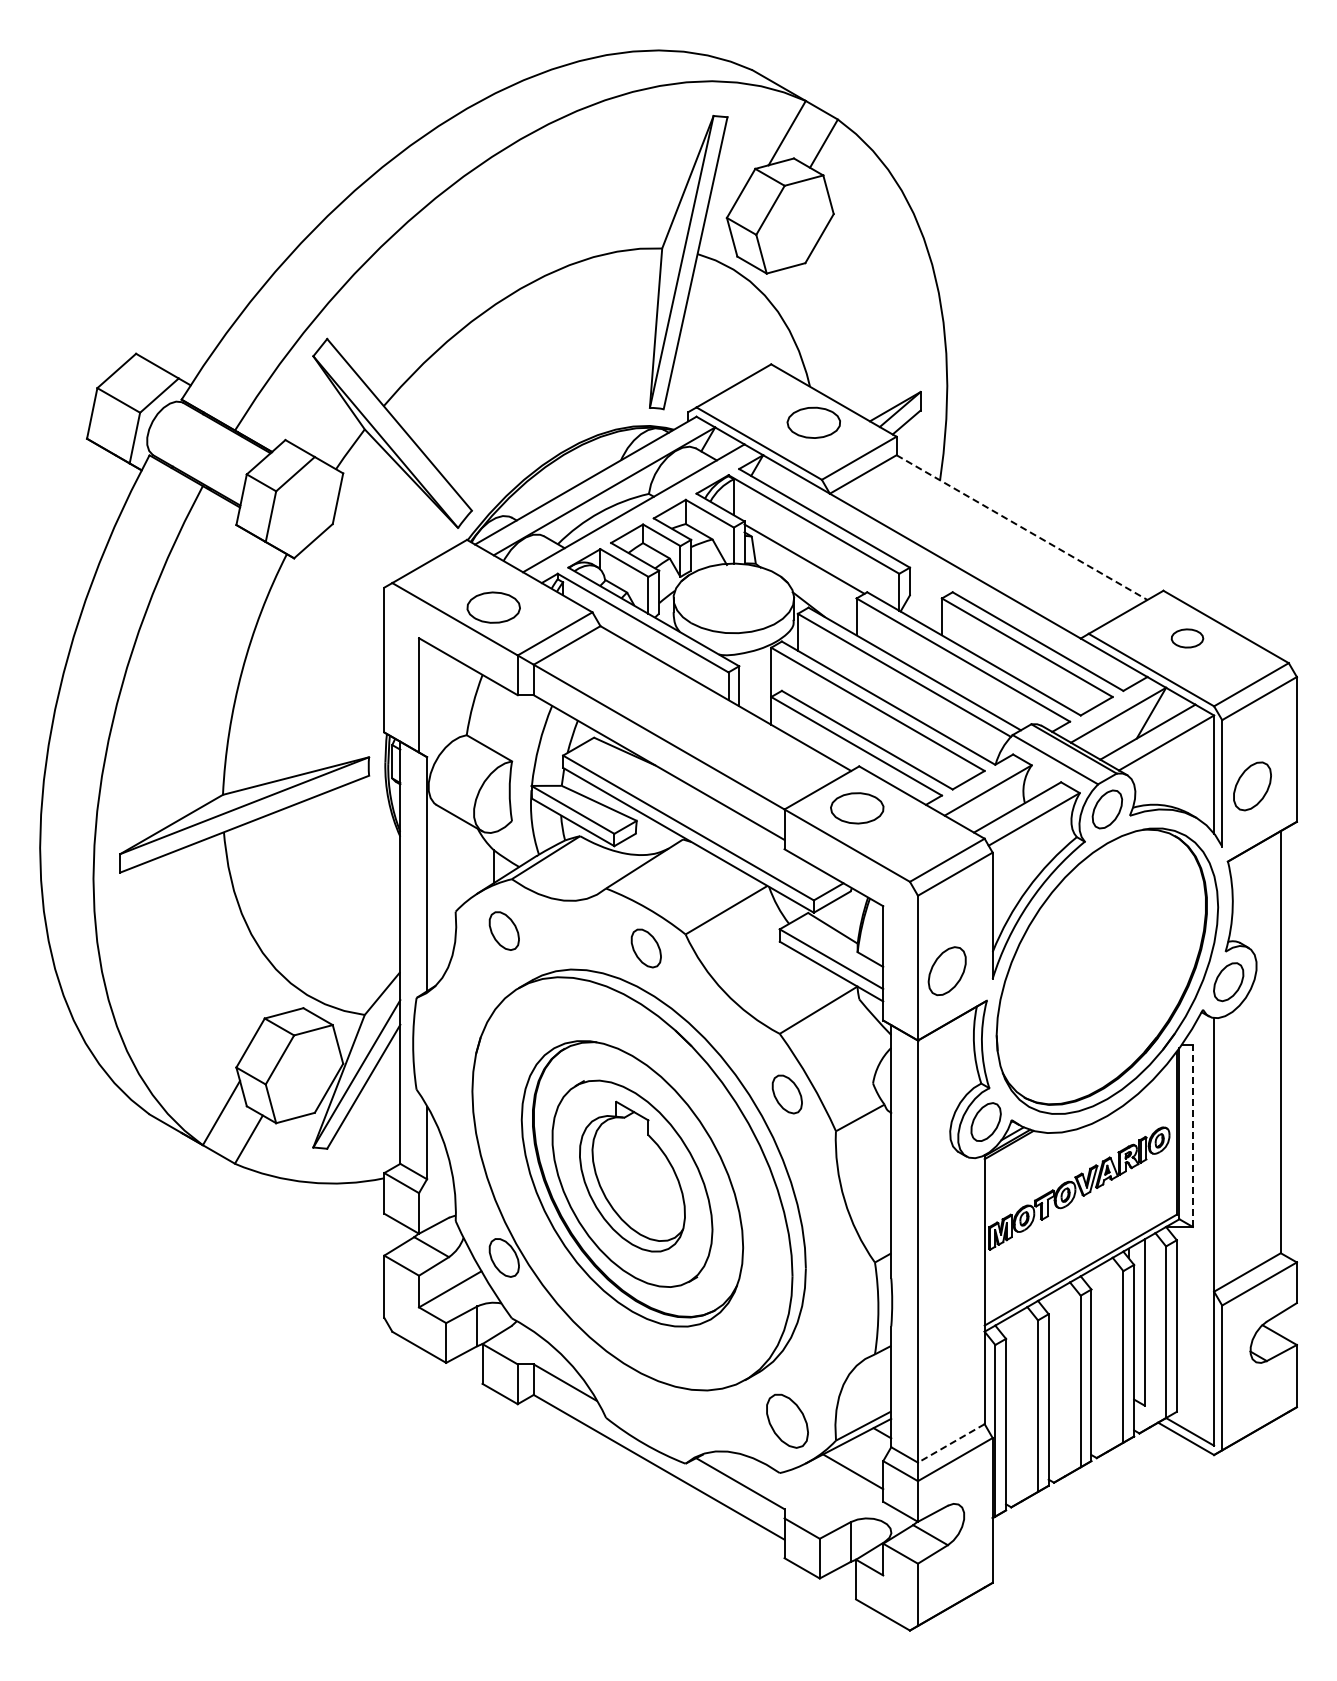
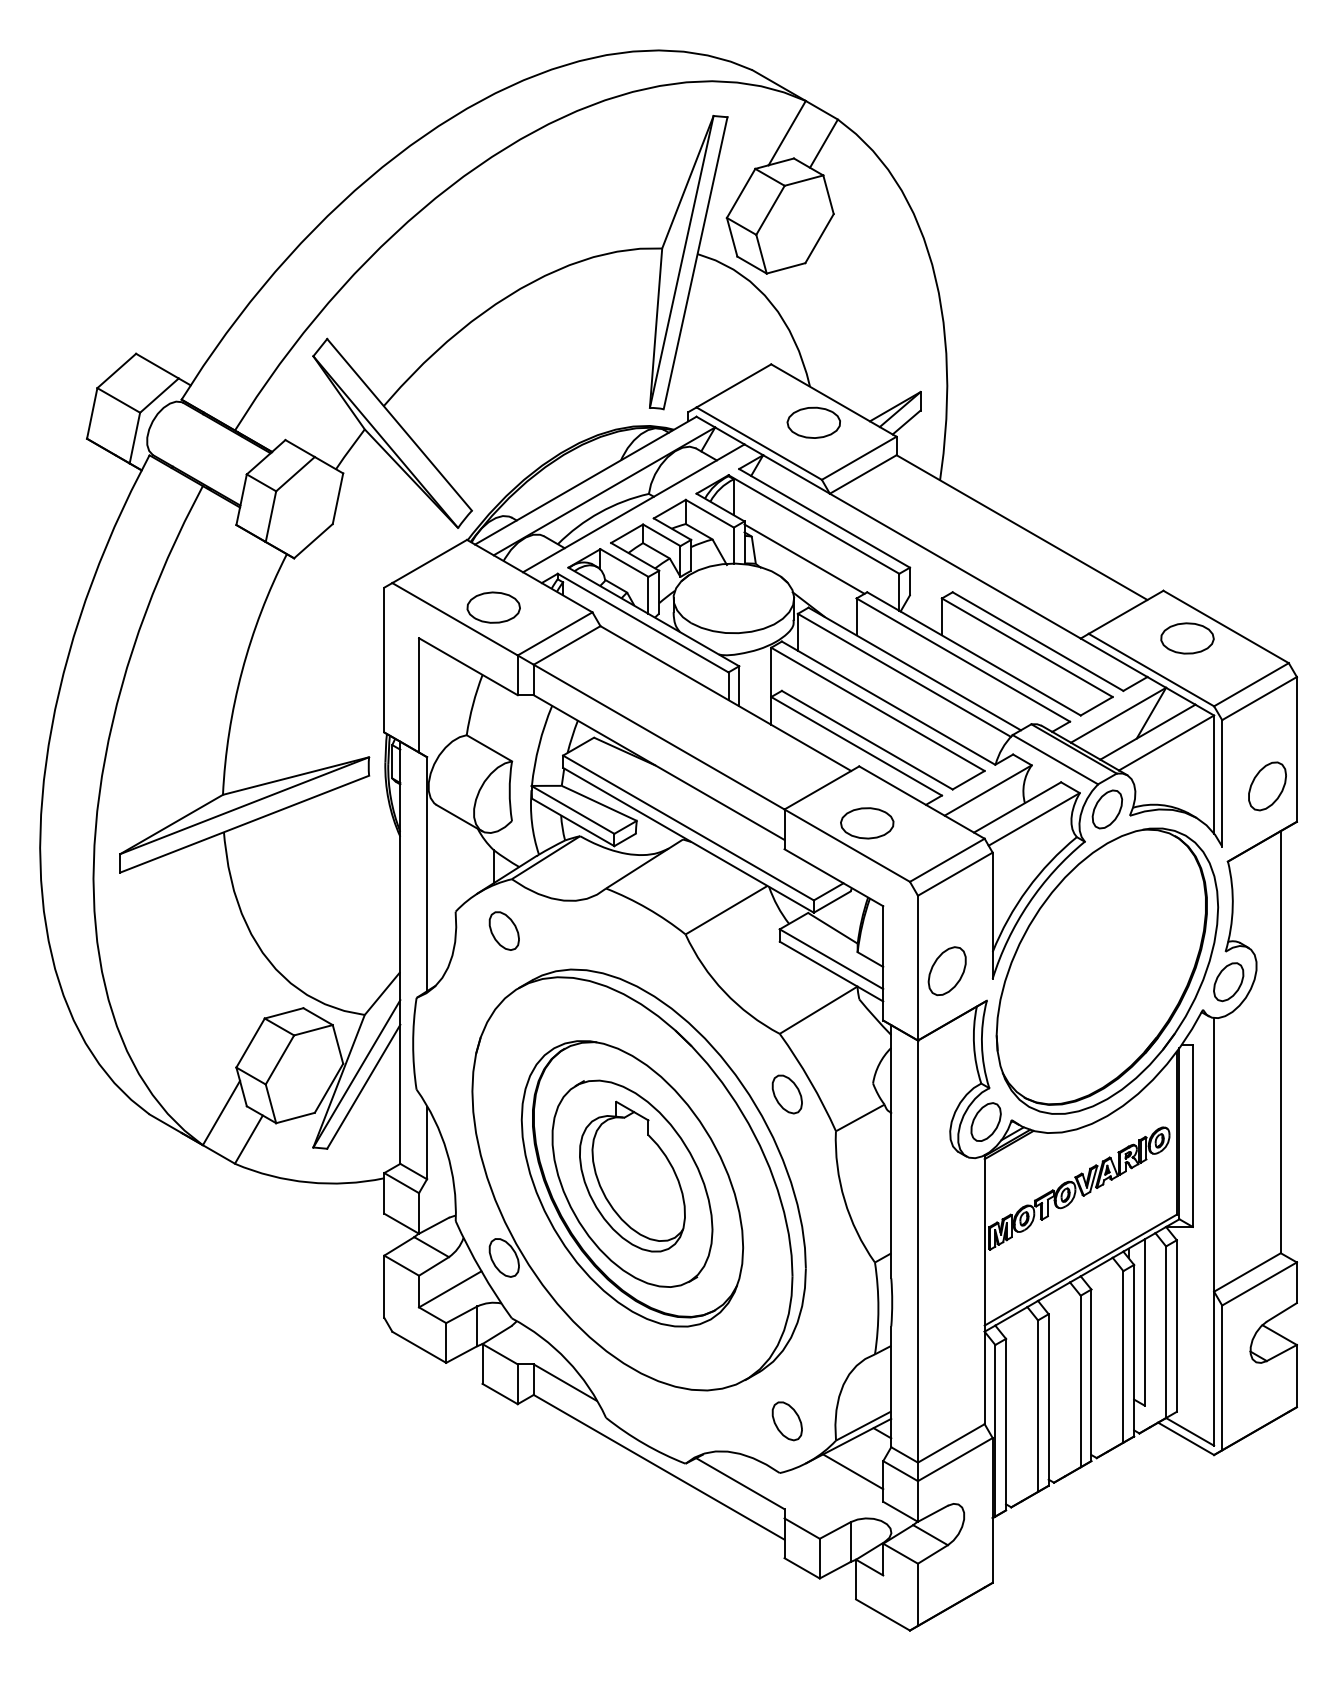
line at (1022, 527): dashed -> solid
part at (1187, 638) size: 35x21 px -> 55x33 px
part at (1252, 786) position: (1252, 786) -> (1267, 786)
part at (857, 808) position: (857, 808) -> (867, 823)
part at (645, 948): present -> none
line at (1192, 1136): dashed -> solid
part at (787, 1420) size: 43x56 px -> 32x41 px
line at (951, 1443): dashed -> solid
